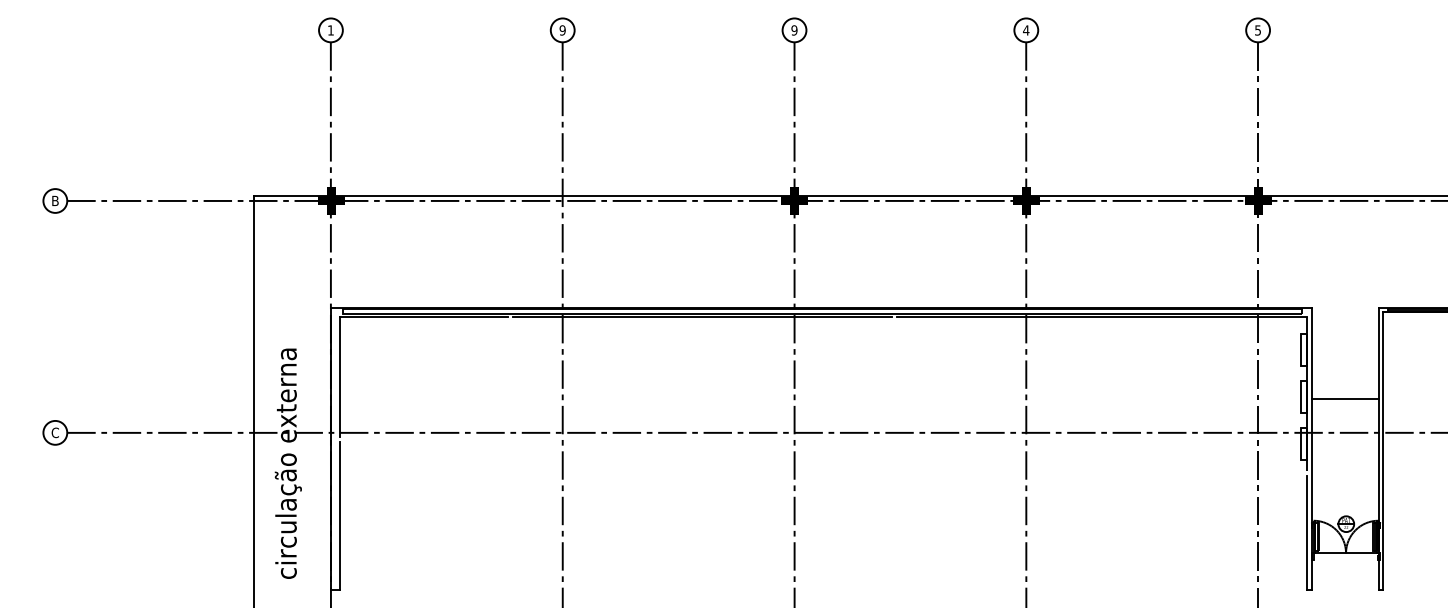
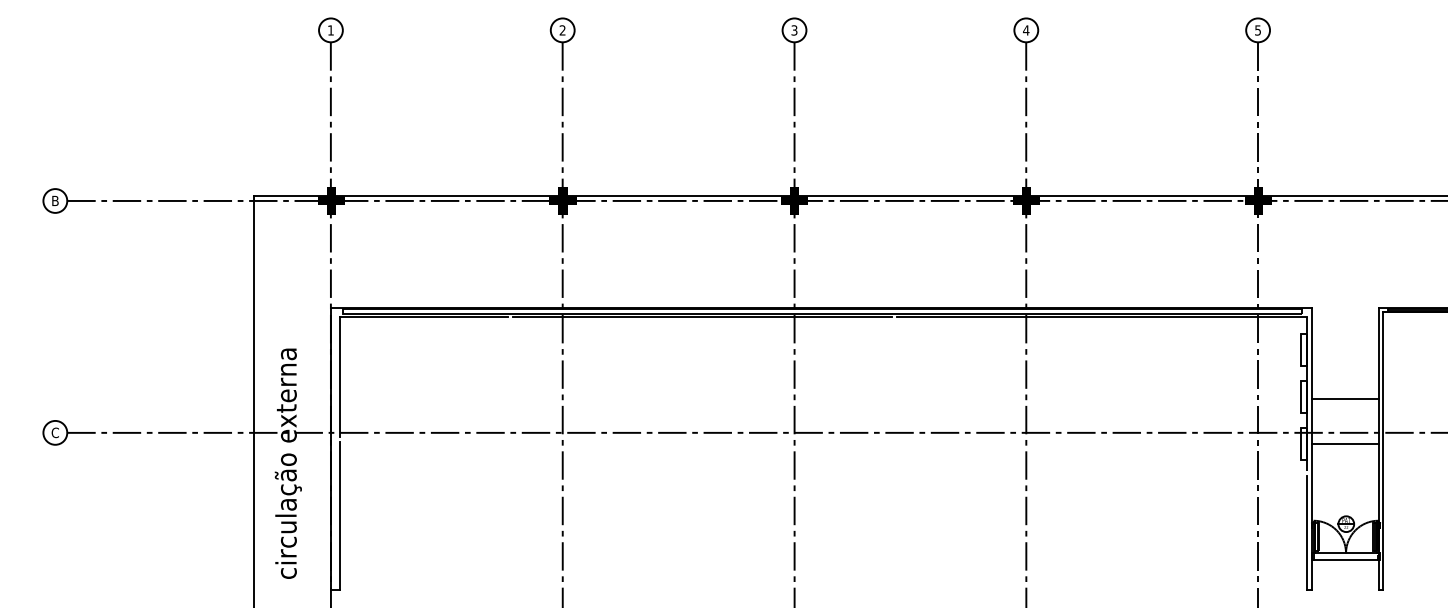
text at (562, 30): 9 -> 2
text at (794, 30): 9 -> 3
fill at (562, 200): none -> present
line at (1344, 444): none -> present
line at (1345, 560): none -> present
